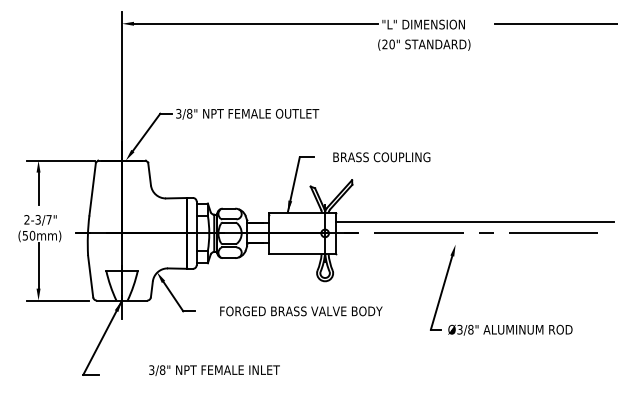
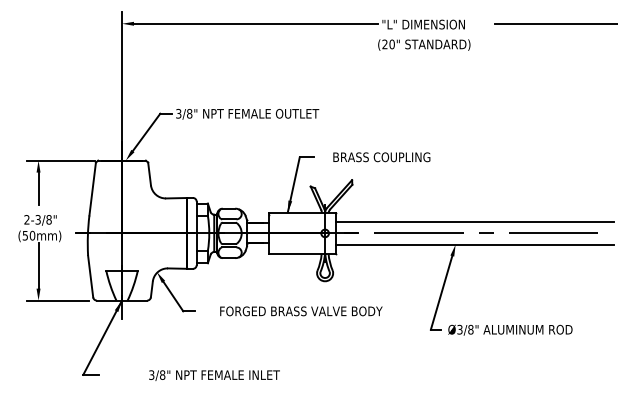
text at (48, 219): 2-3/7" -> 2-3/8"
line at (474, 244): none -> present
text at (214, 370) position: (214, 370) -> (214, 375)
